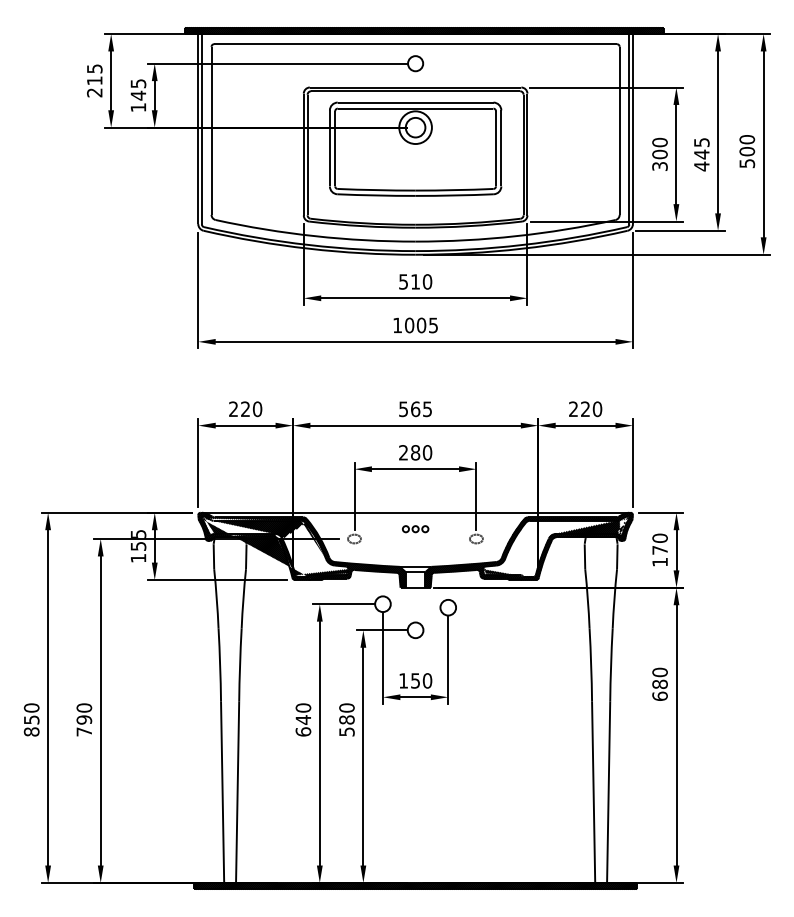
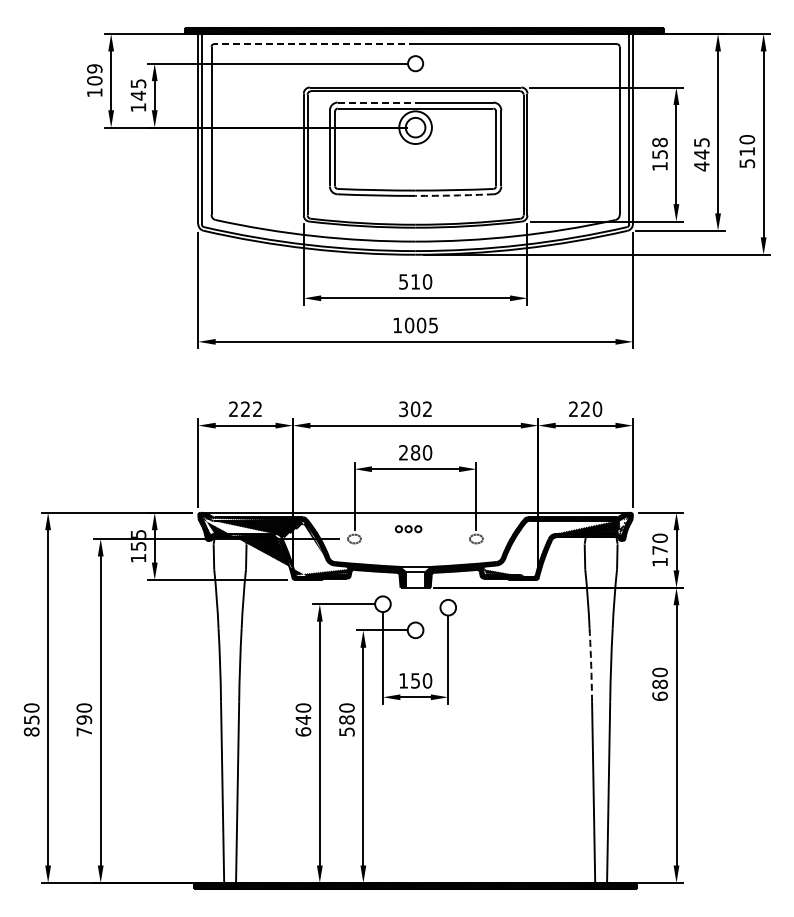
line at (314, 44): solid -> dashed
text at (94, 80): 215 -> 109
line at (376, 102): solid -> dashed
text at (747, 151): 500 -> 510
text at (659, 153): 300 -> 158
line at (454, 195): solid -> dashed
text at (257, 409): 220 -> 222
text at (415, 409): 565 -> 302
part at (415, 529) position: (415, 529) -> (408, 529)
arc at (591, 665): solid -> dashed
